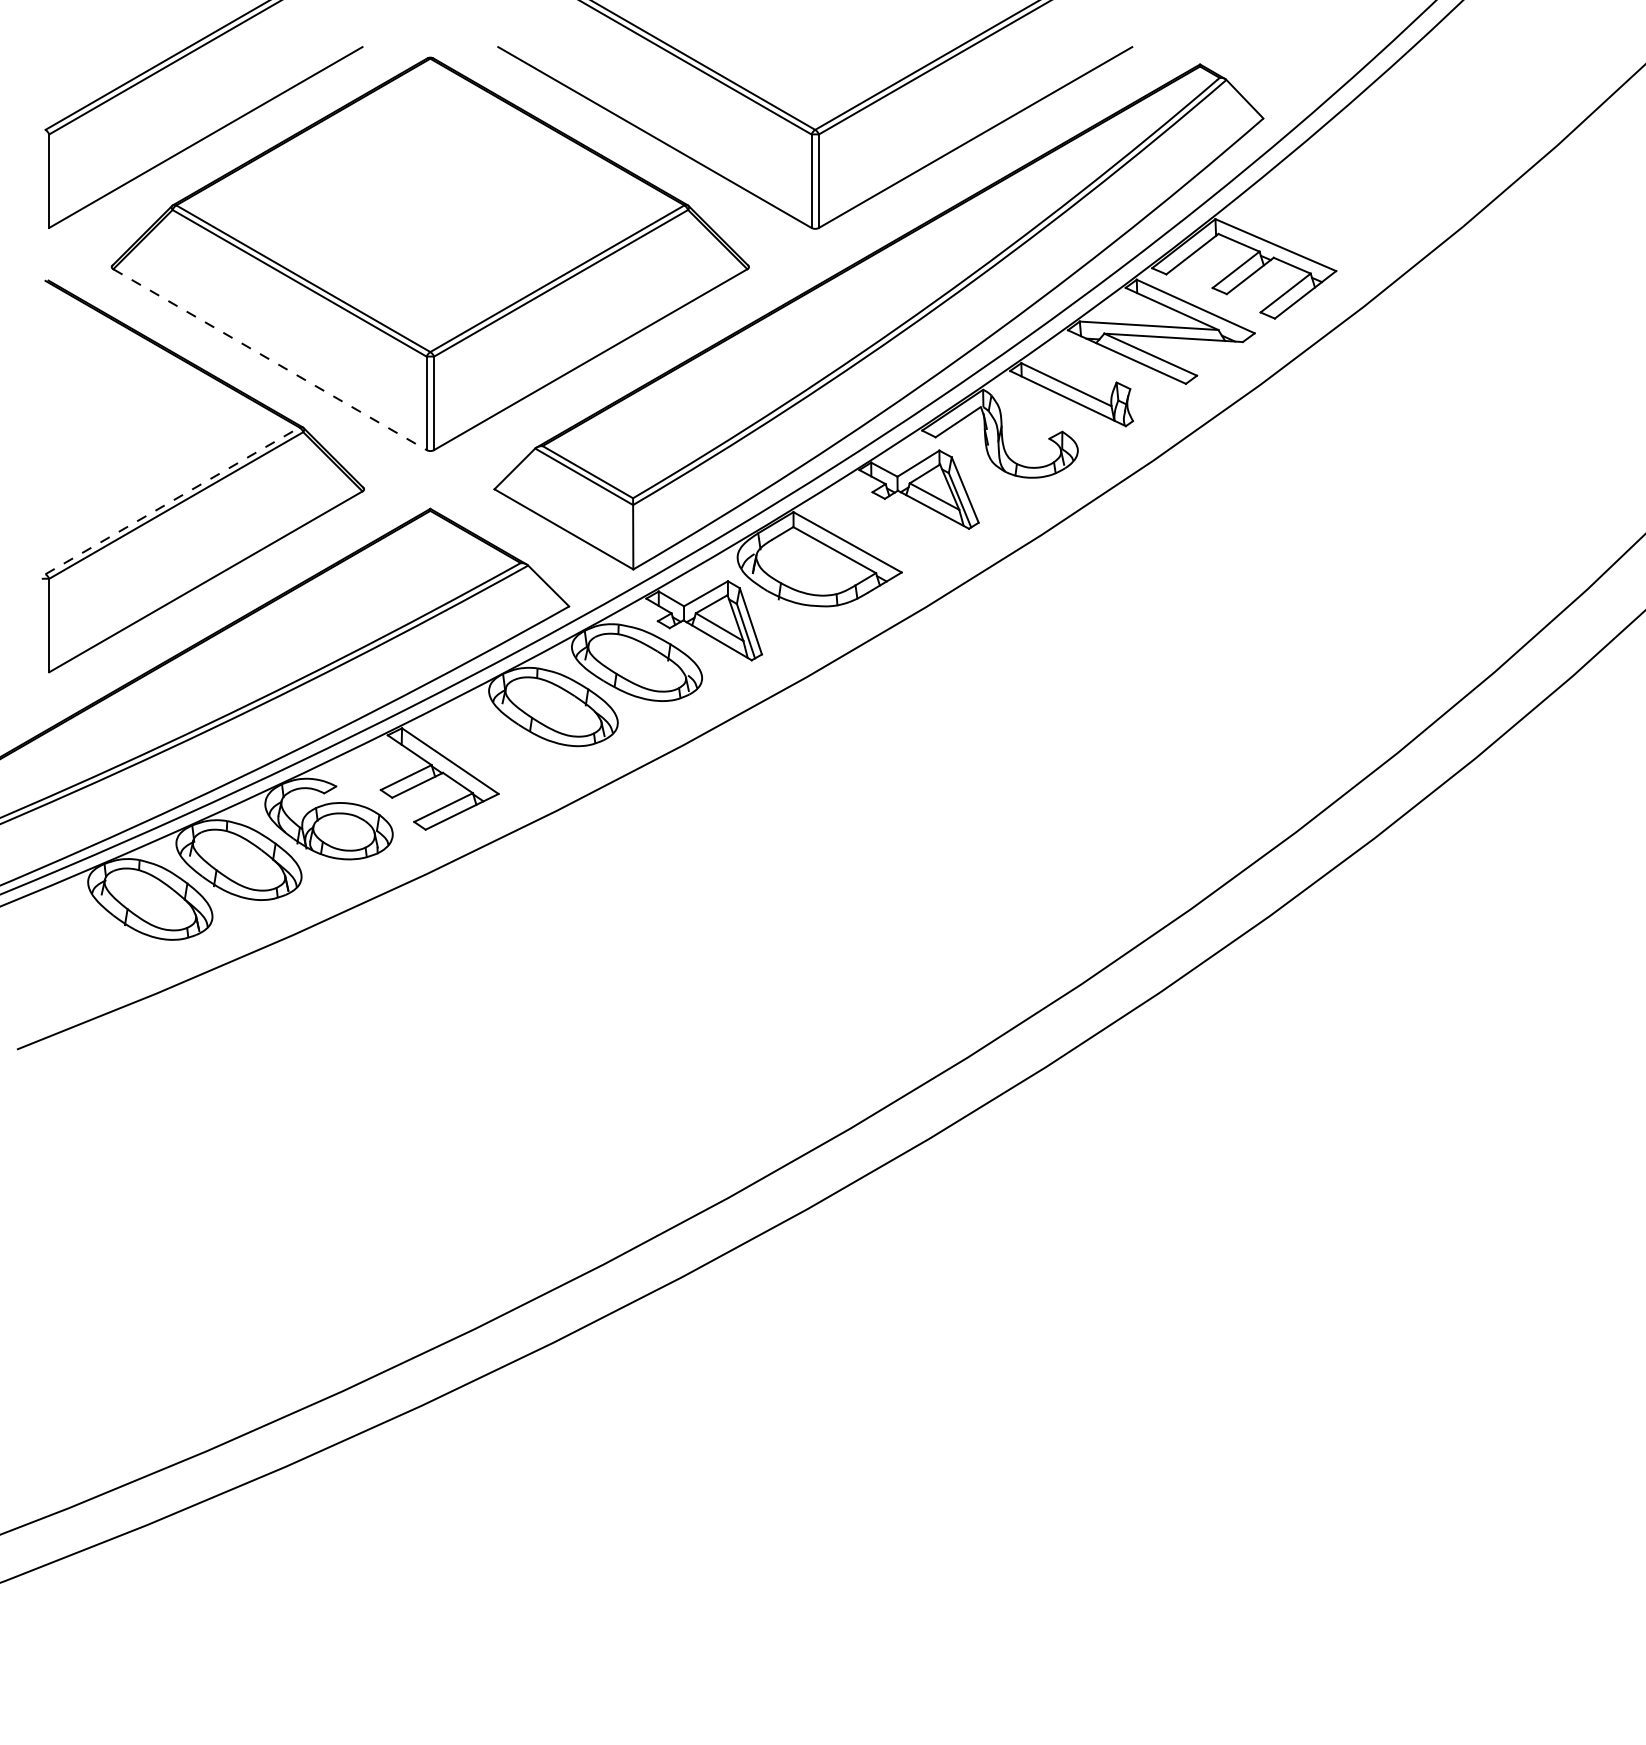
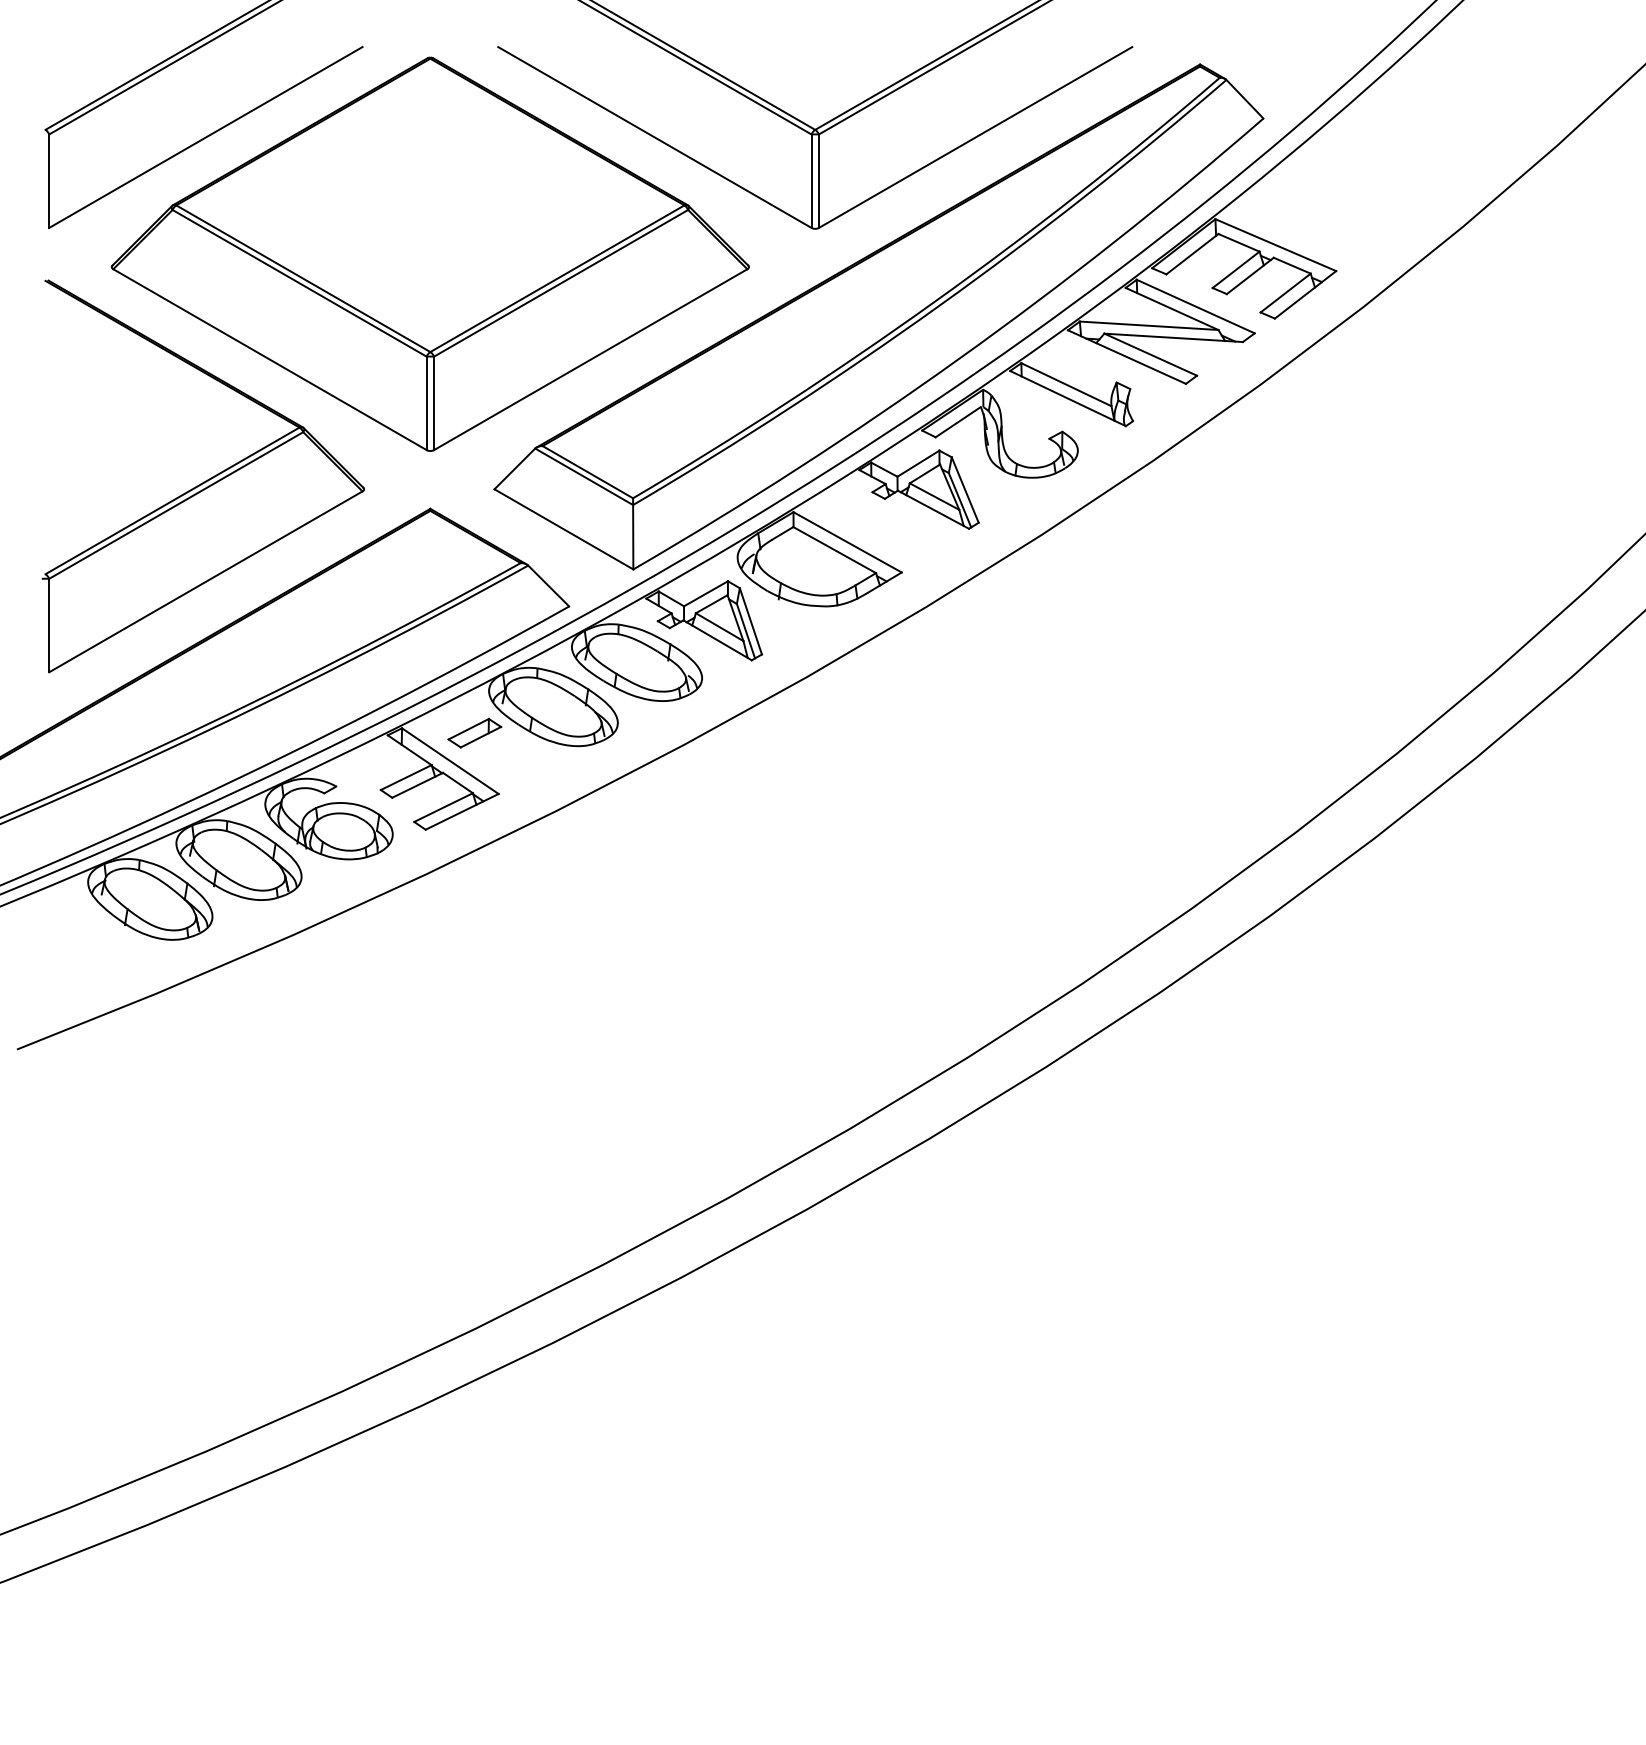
line at (270, 359): dashed -> solid
line at (172, 500): dashed -> solid
part at (474, 732): none -> present
